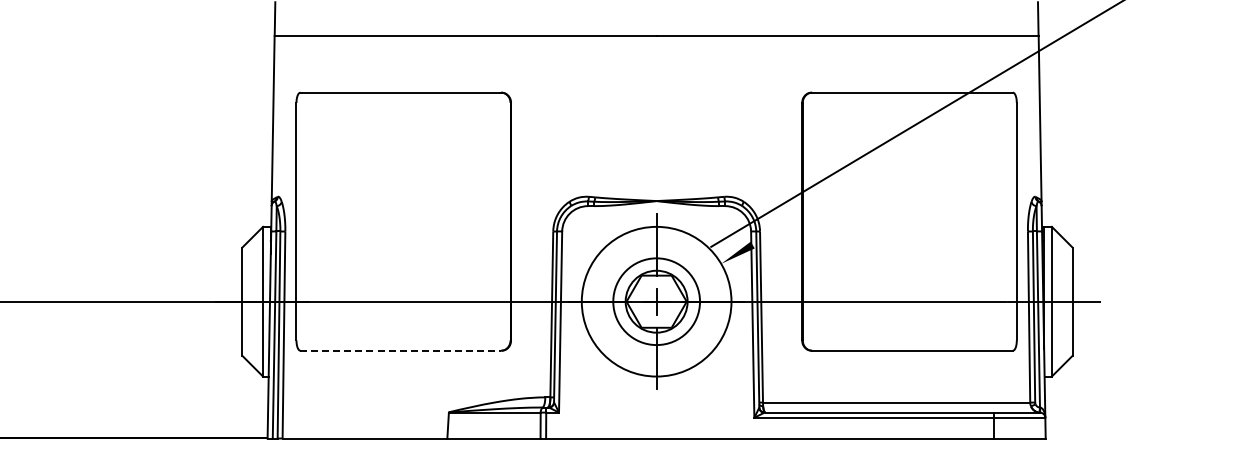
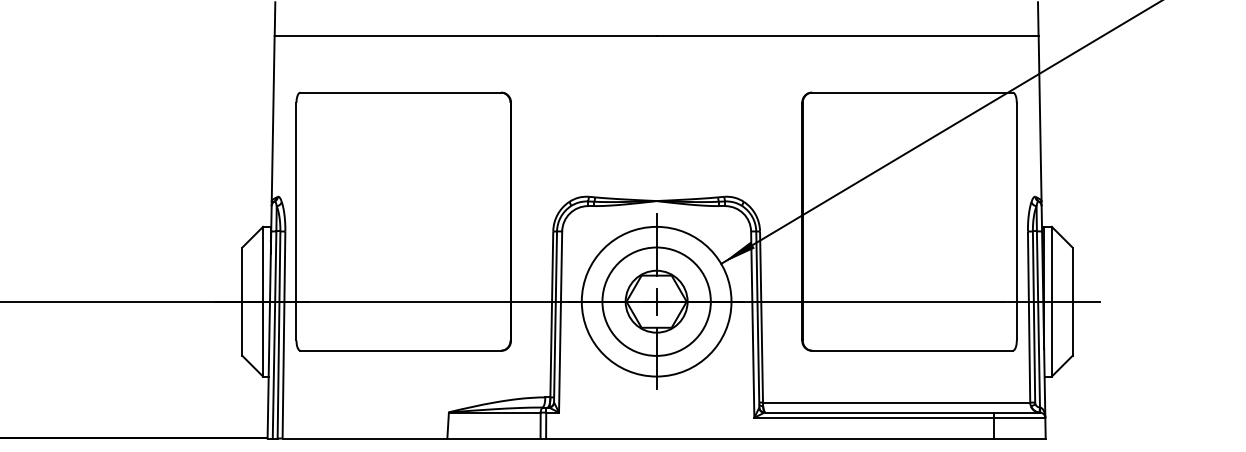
line at (916, 124) position: (916, 124) -> (940, 132)
circle at (656, 301) diameter: 87 px -> 108 px
line at (401, 350): dashed -> solid
